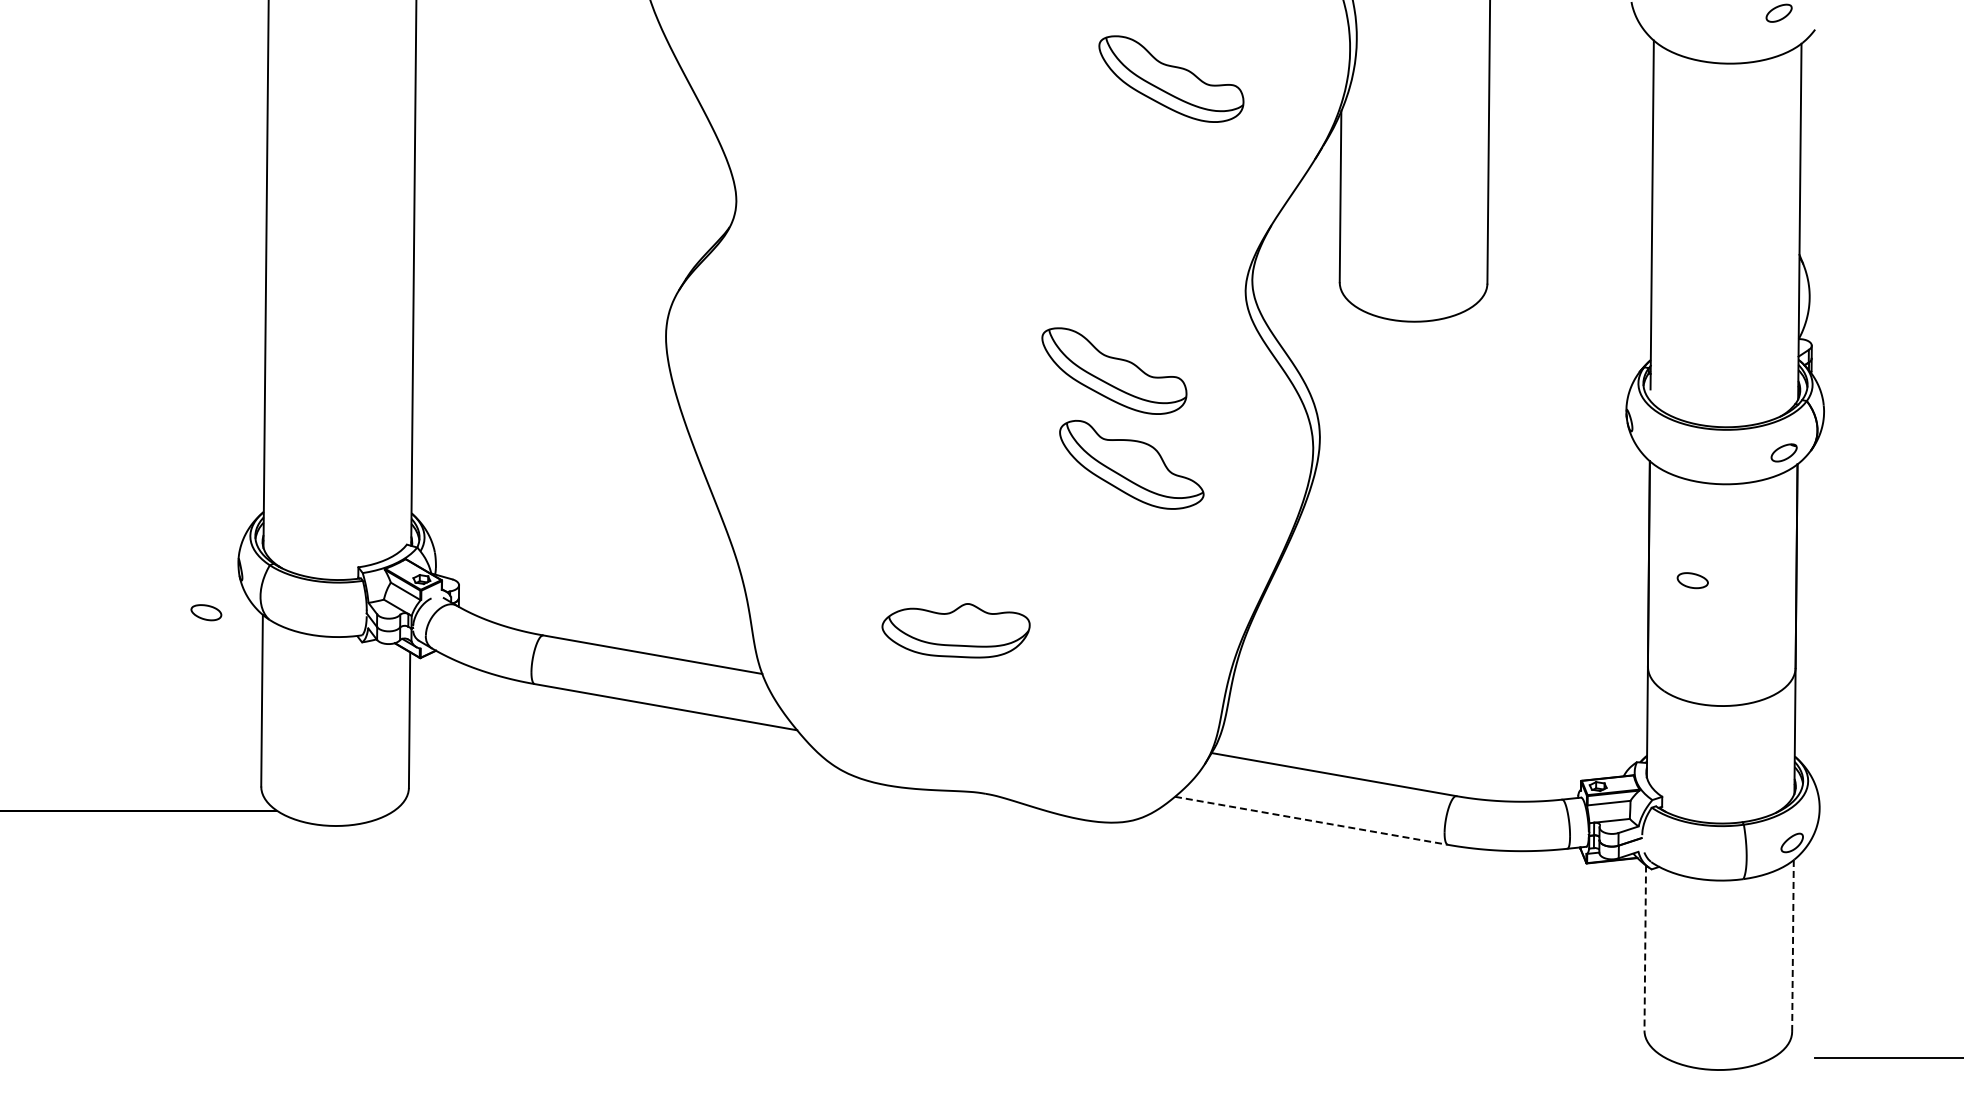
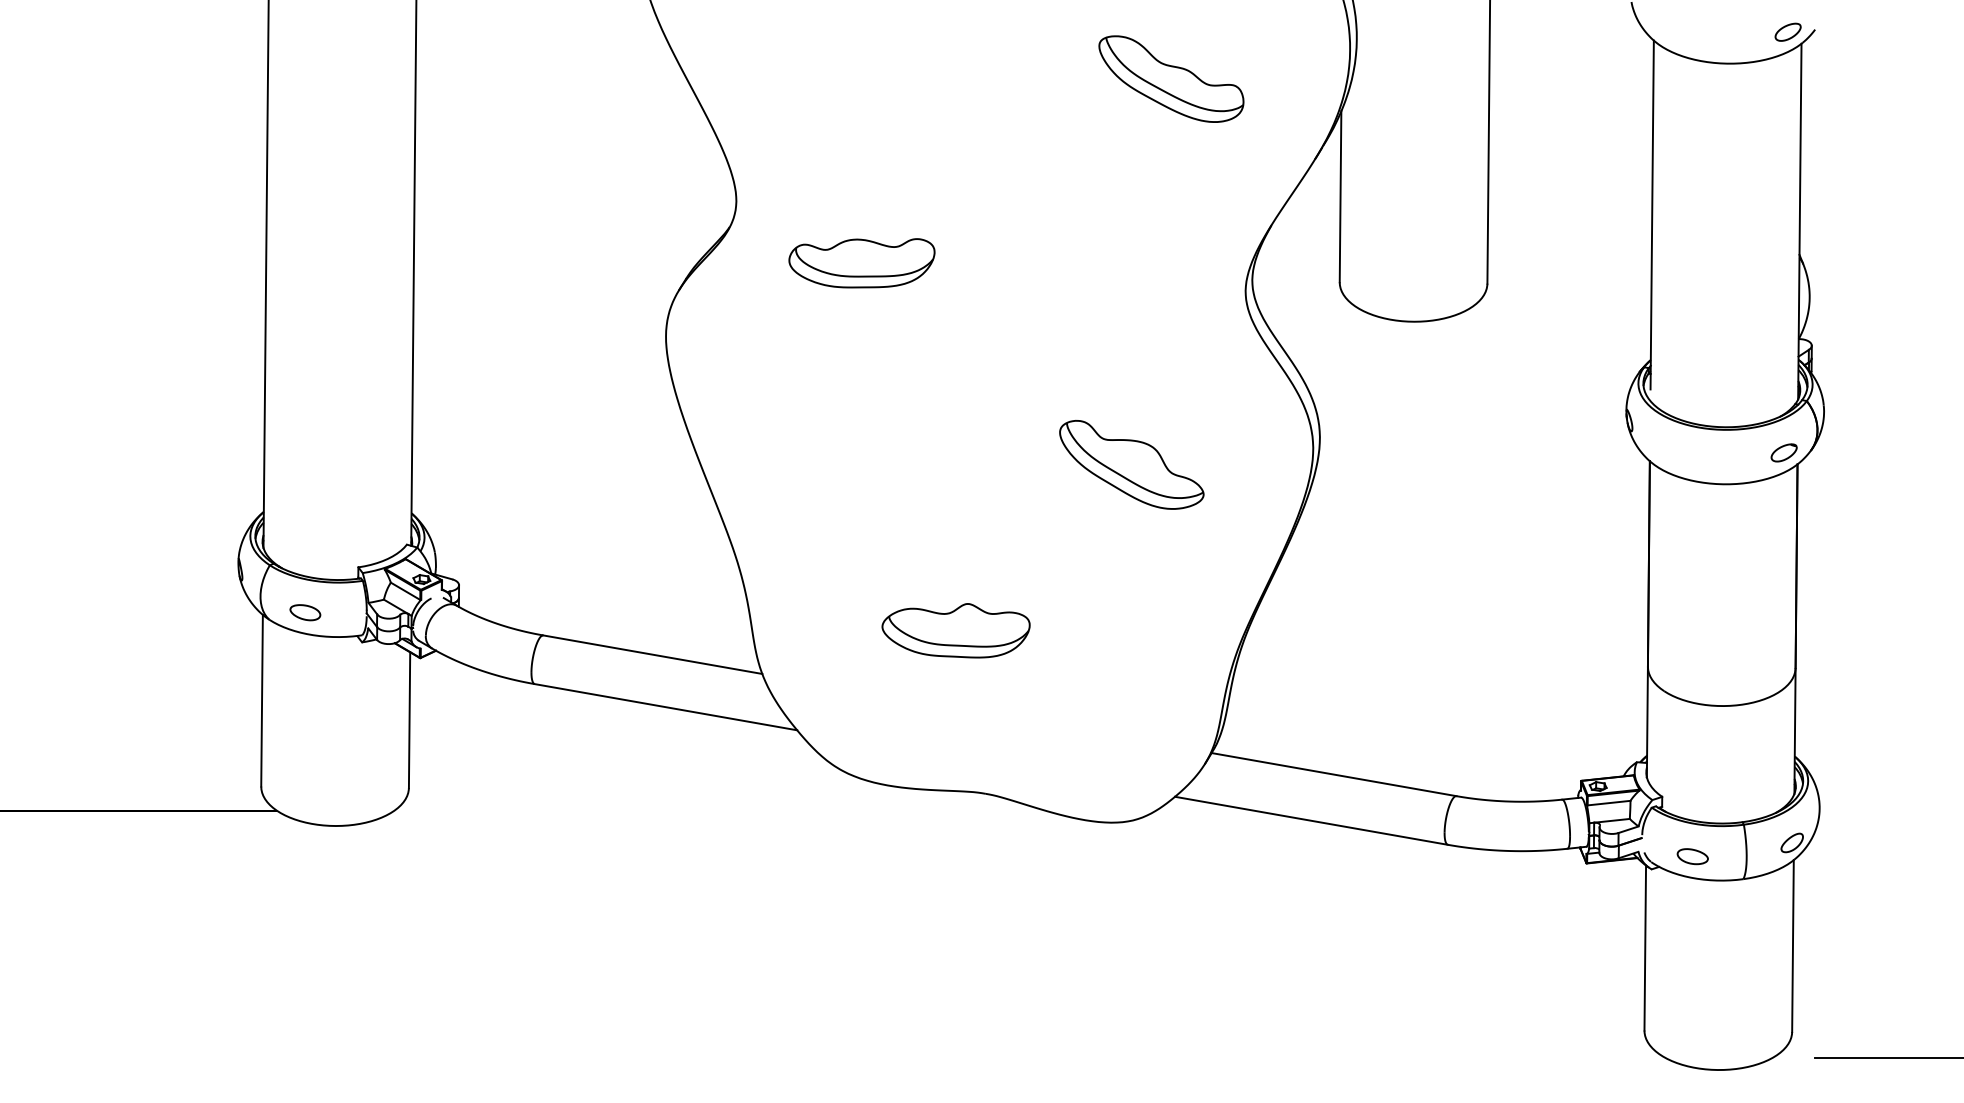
part at (1778, 12) position: (1778, 12) -> (1787, 31)
part at (861, 263): none -> present
part at (1114, 370): present -> none
part at (1692, 580) position: (1692, 580) -> (1692, 856)
part at (206, 612) position: (206, 612) -> (305, 612)
line at (1311, 820): dashed -> solid
line at (1792, 946): dashed -> solid
line at (1645, 948): dashed -> solid
